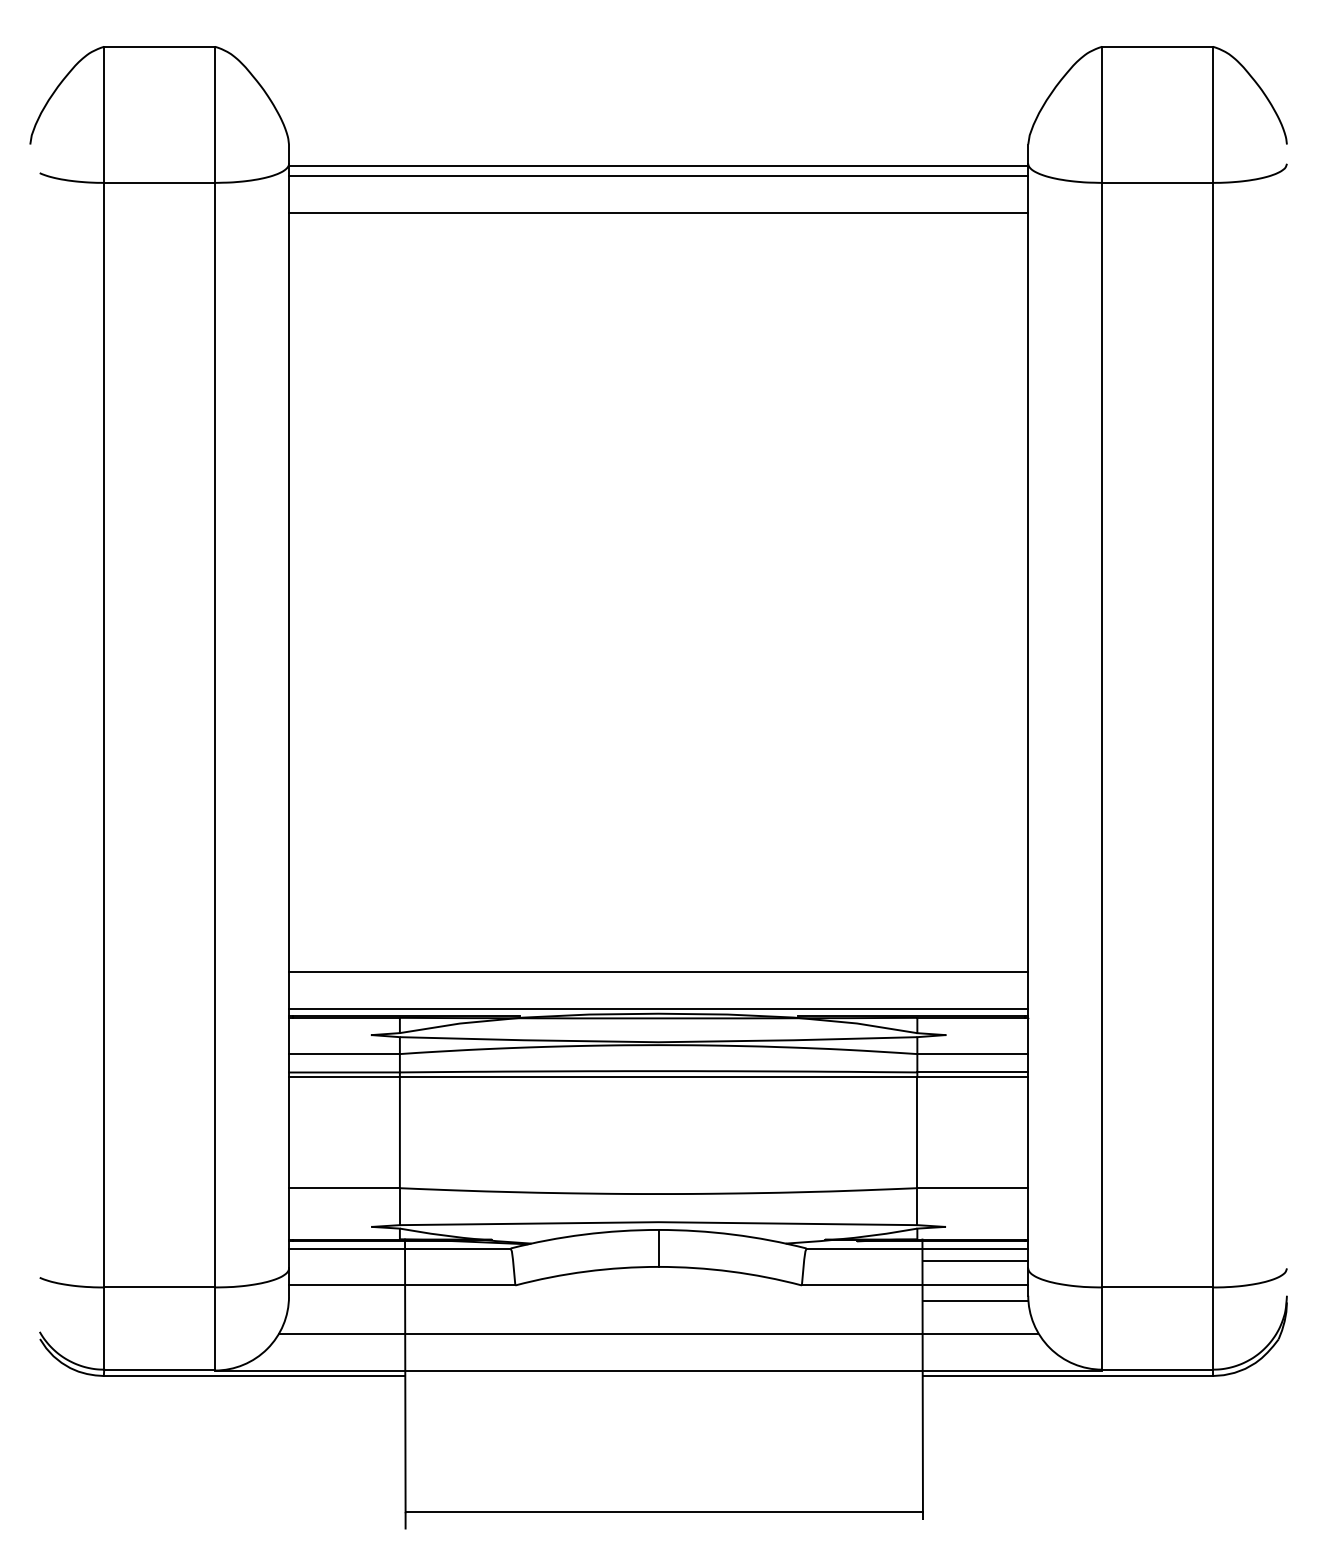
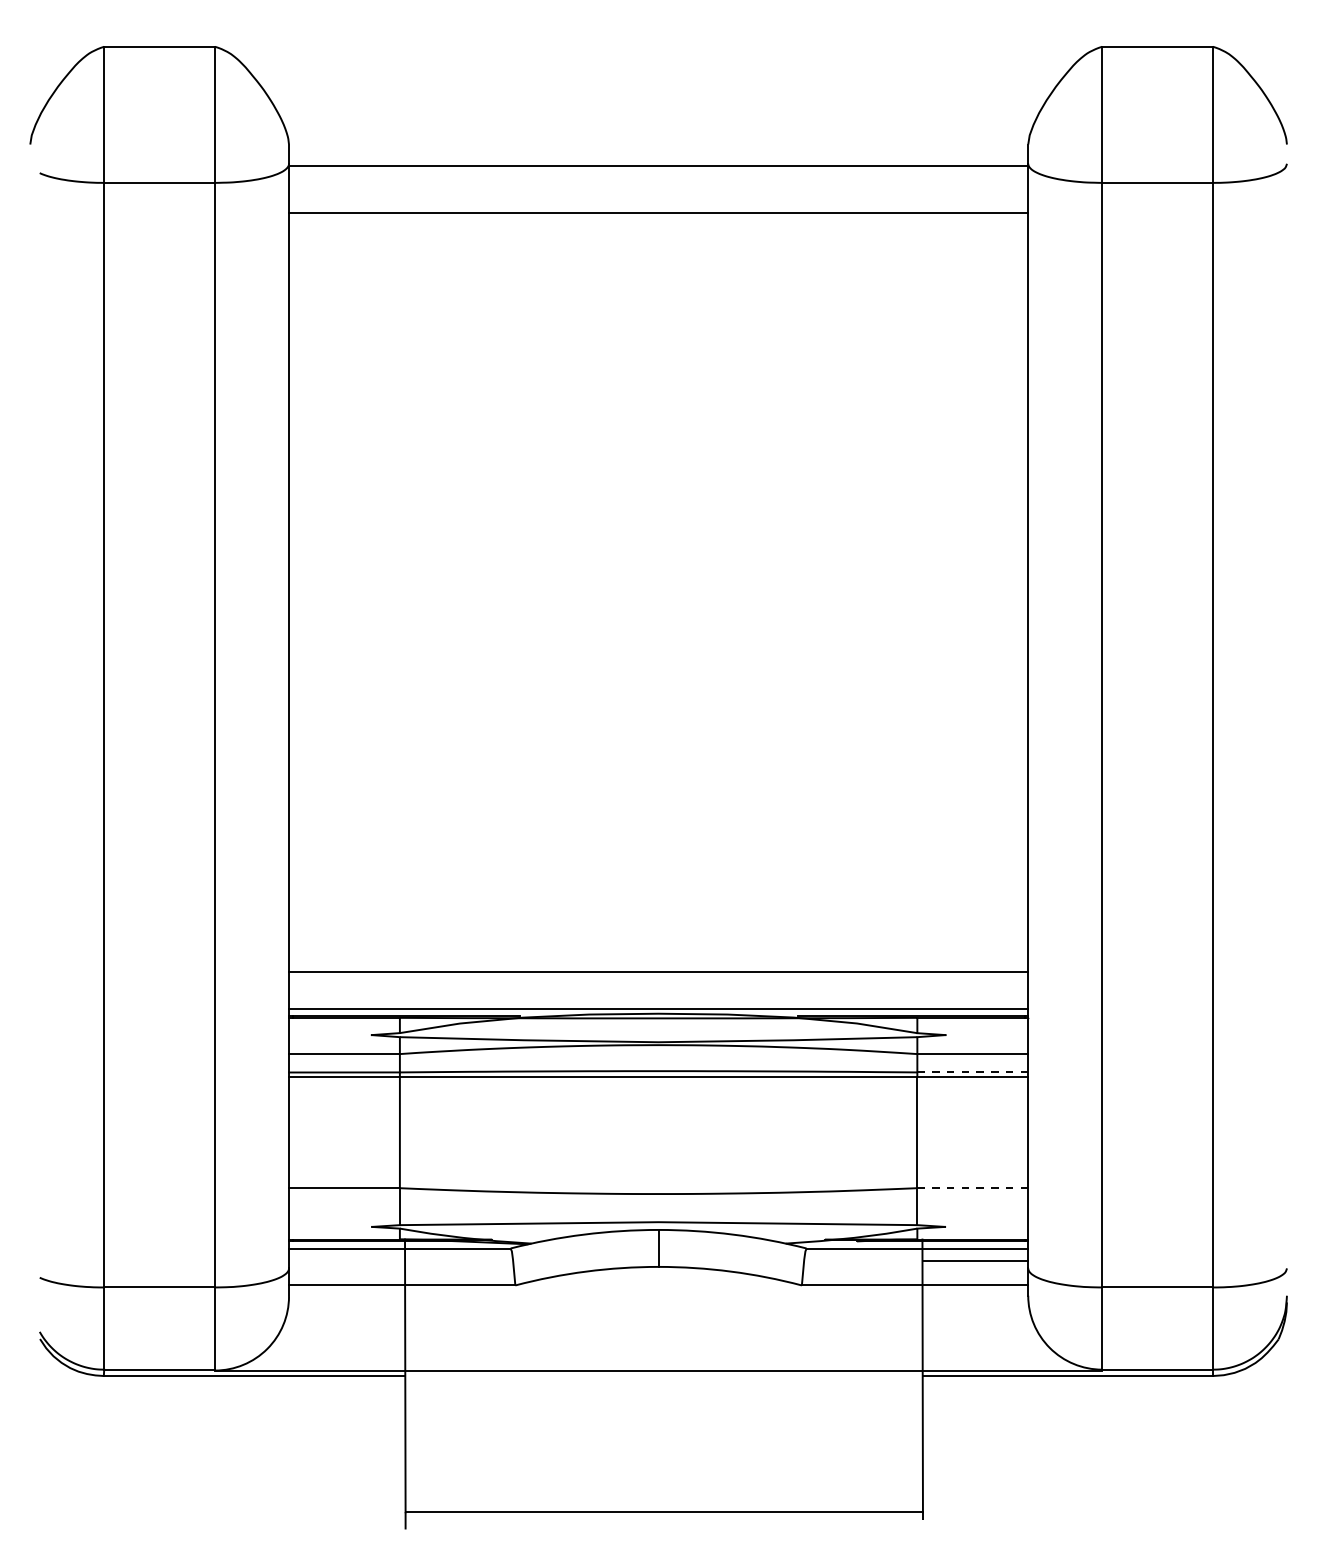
line at (658, 175): present -> none
line at (973, 1072): solid -> dashed
line at (973, 1188): solid -> dashed
line at (975, 1300): present -> none
line at (658, 1333): present -> none
